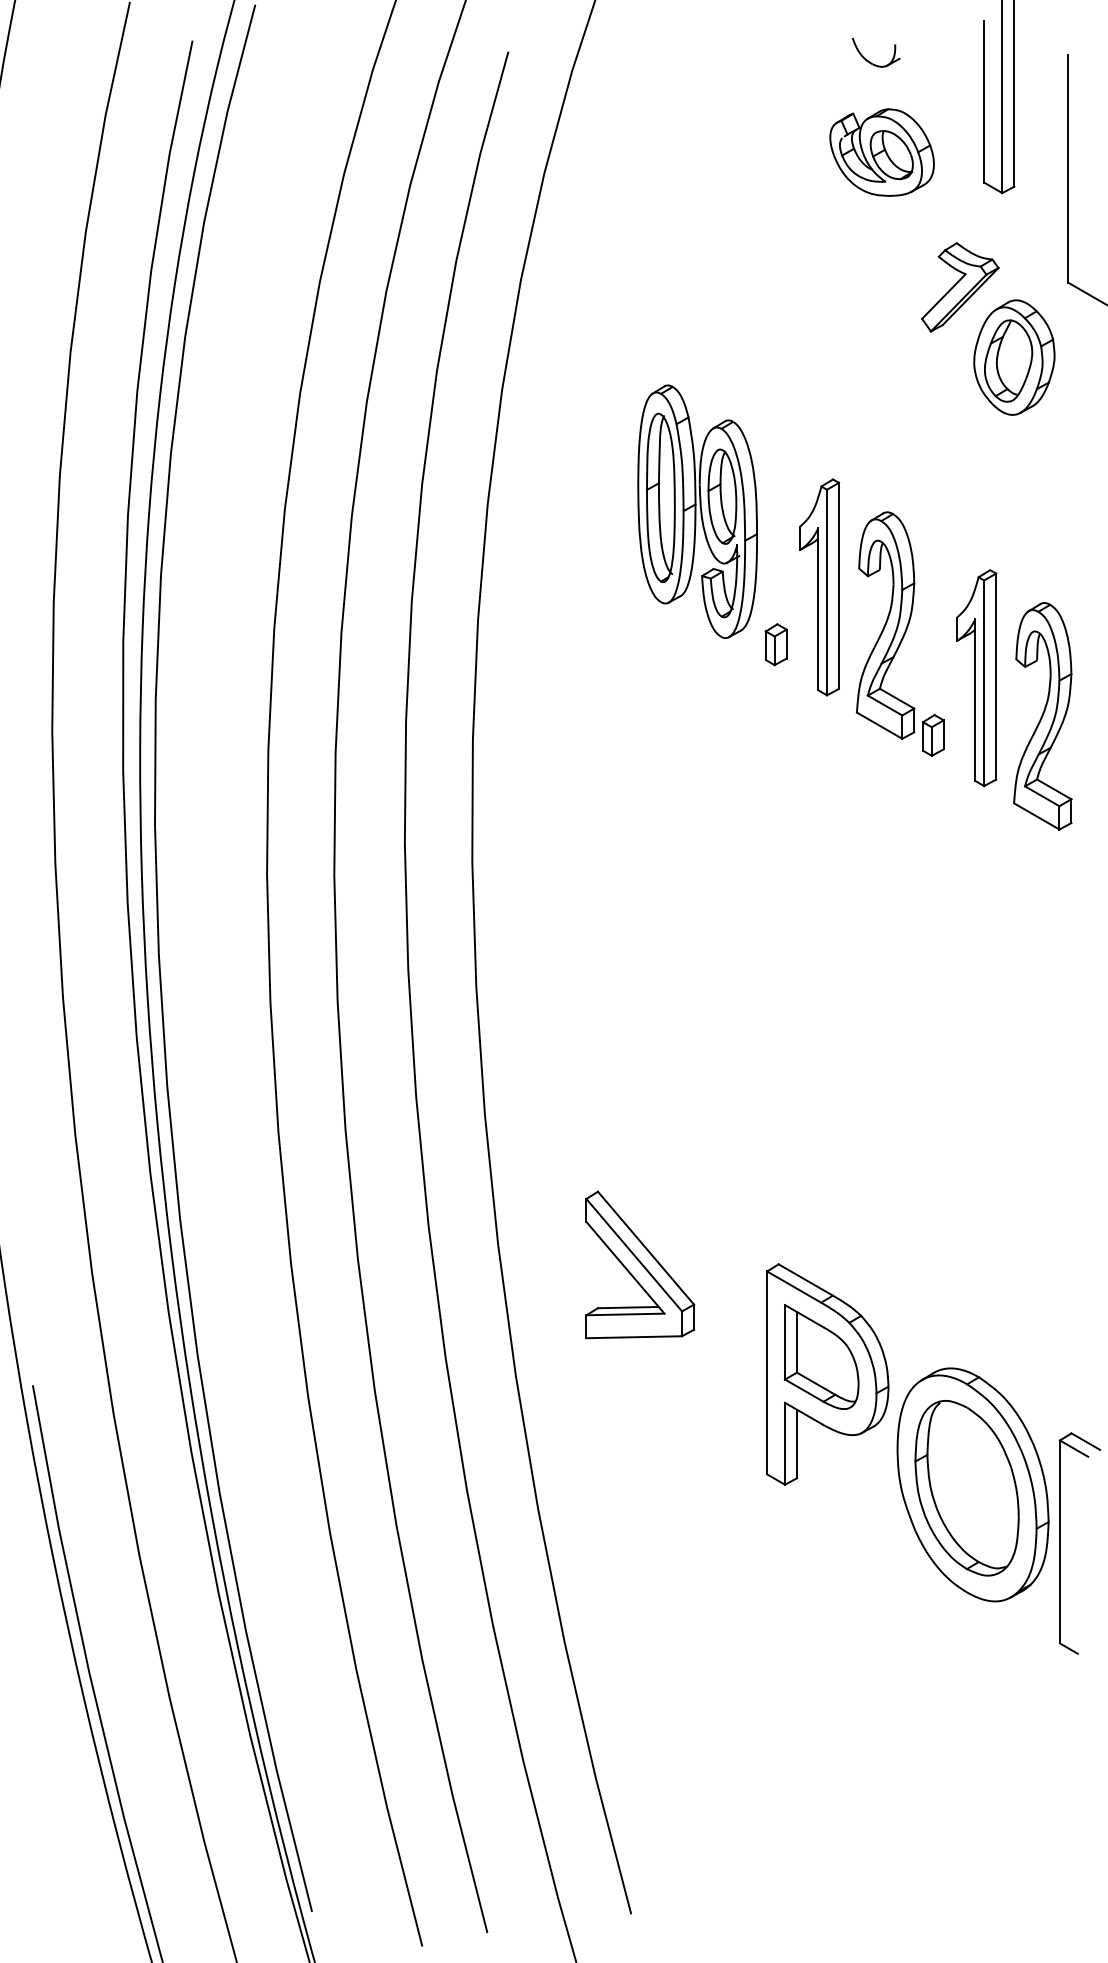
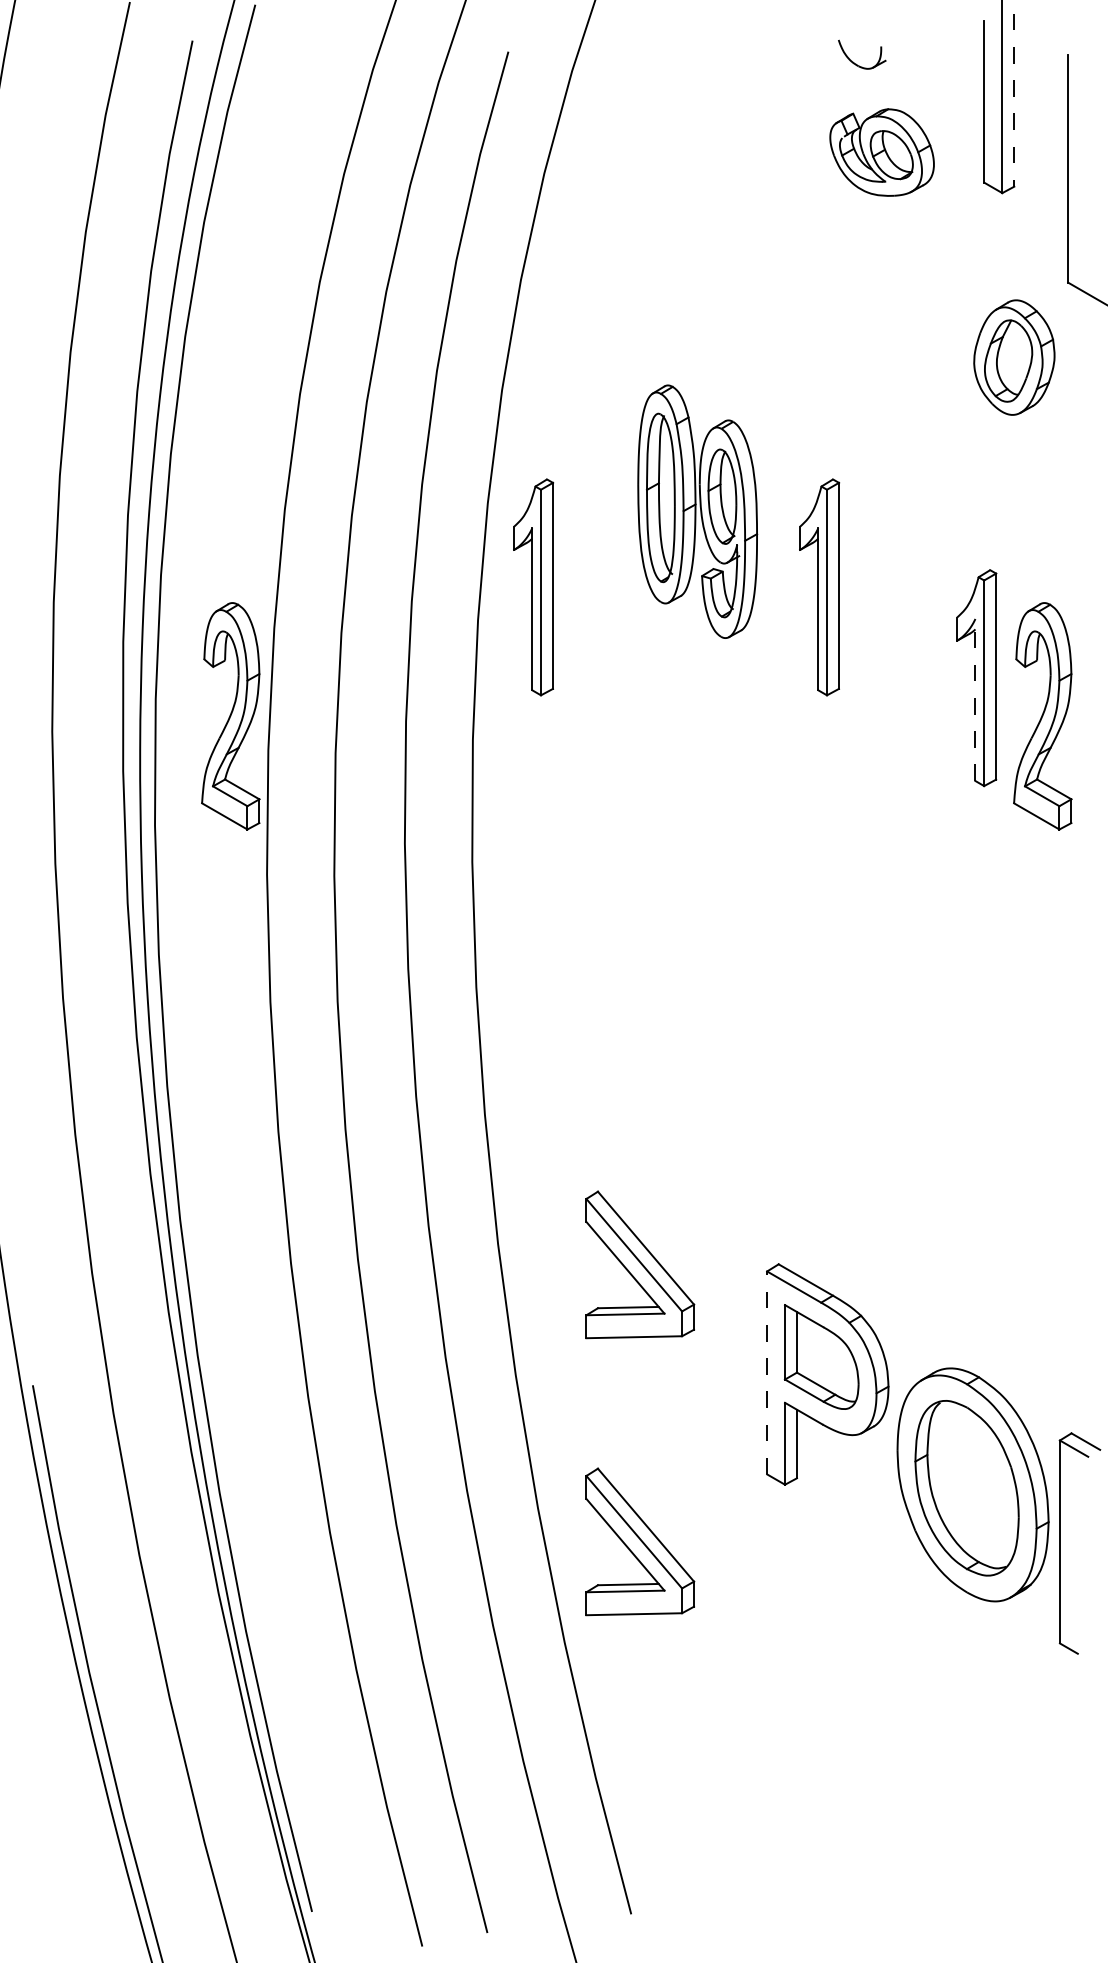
part at (870, 61) position: (870, 61) -> (856, 63)
line at (1014, 94): solid -> dashed
part at (960, 287): present -> none
part at (533, 587): none -> present
part at (899, 633): present -> none
part at (775, 644): present -> none
line at (975, 699): solid -> dashed
part at (230, 716): none -> present
line at (767, 1372): solid -> dashed
part at (640, 1541): none -> present
